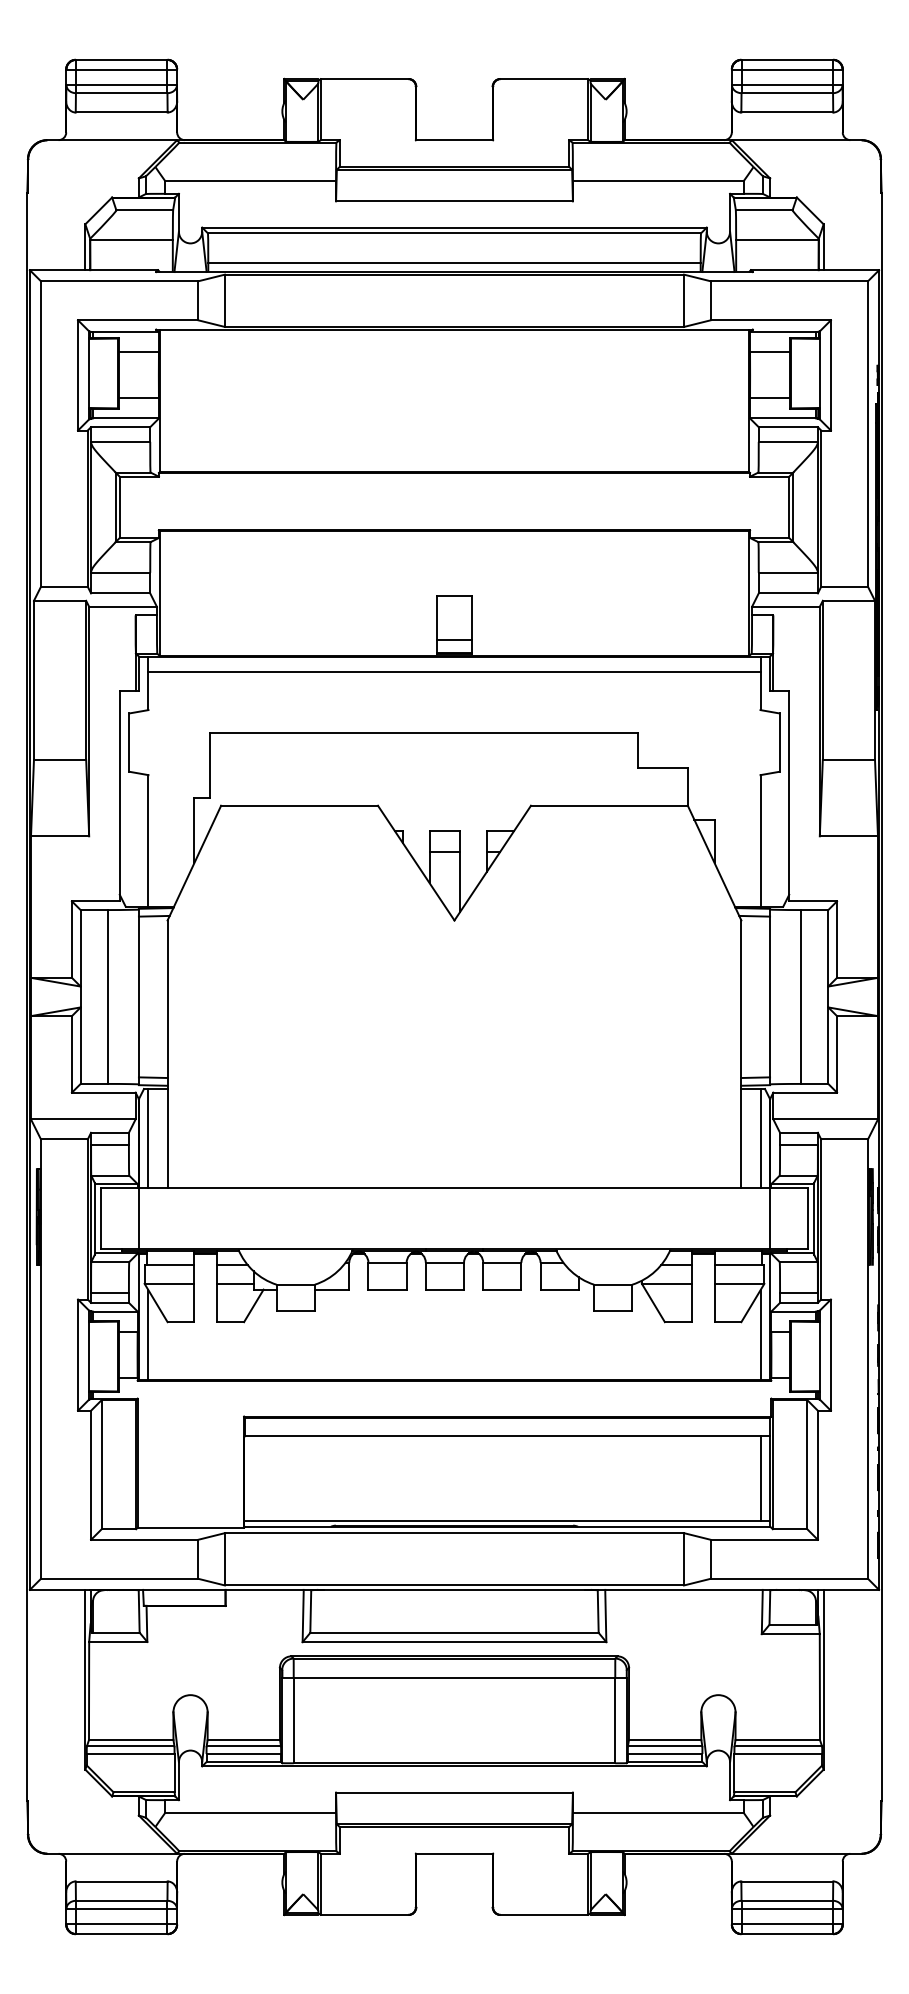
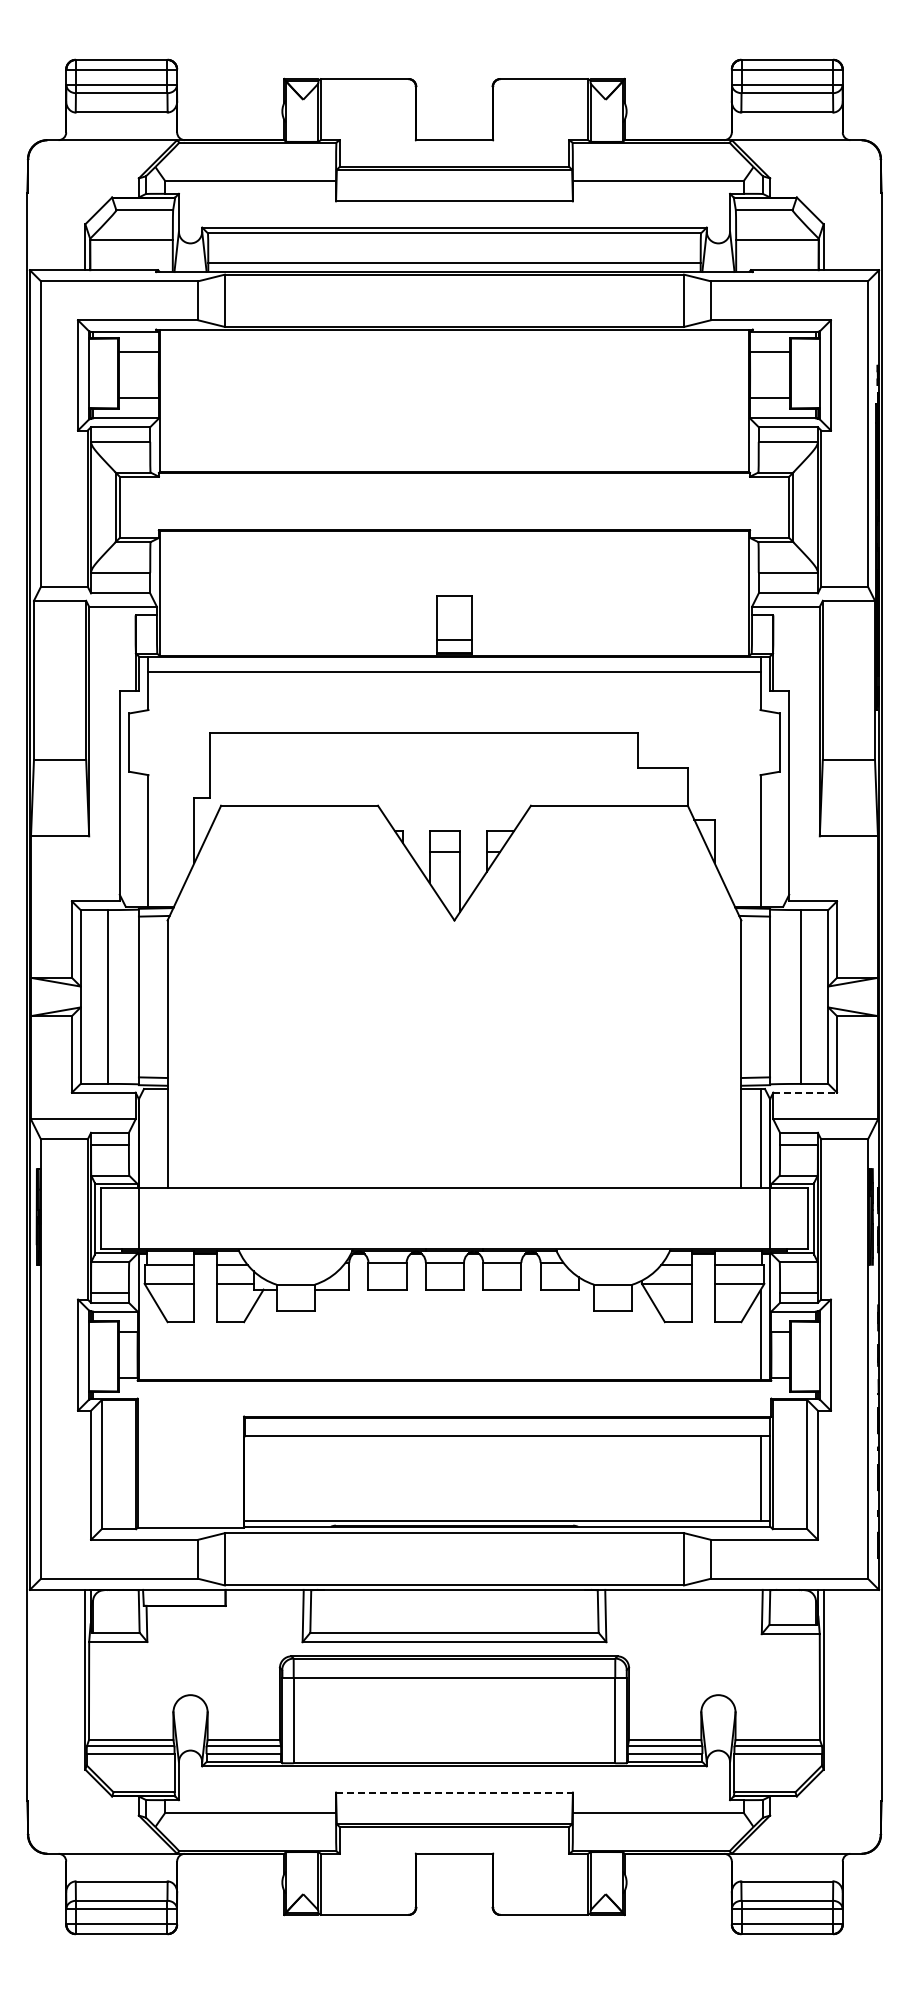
line at (805, 1092): solid -> dashed
line at (148, 1138): present -> none
line at (148, 1334): present -> none
line at (454, 1792): solid -> dashed
